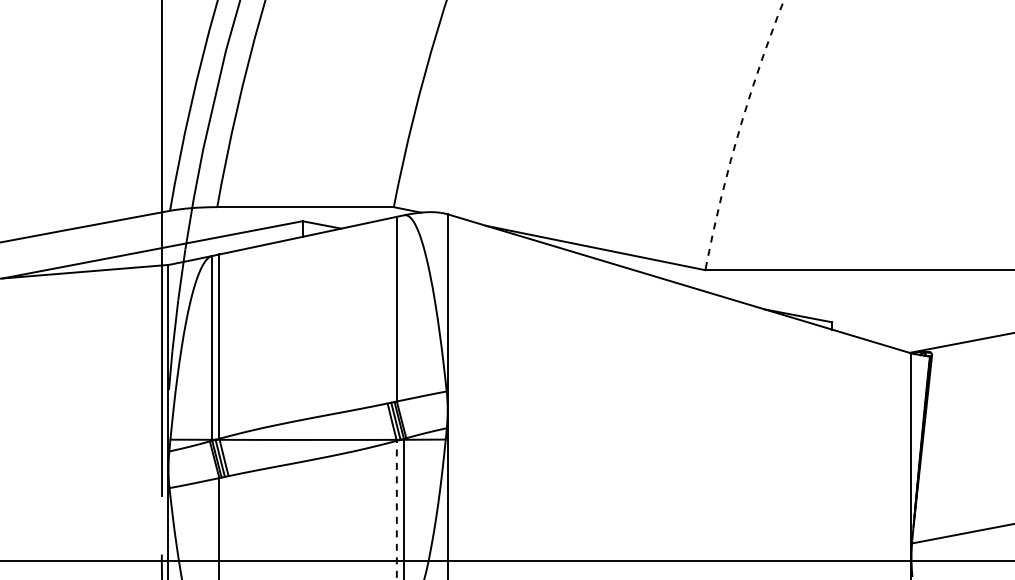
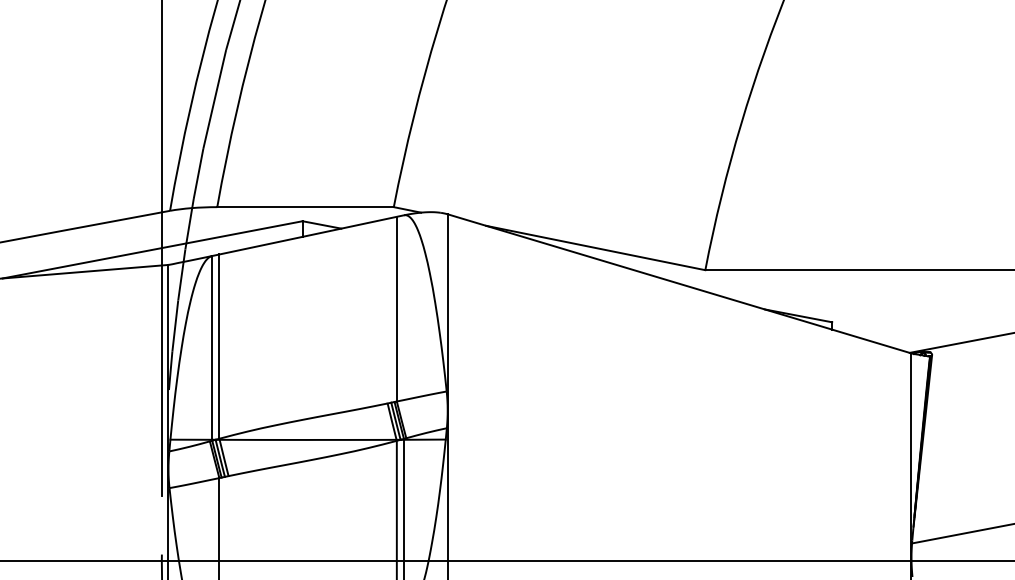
arc at (738, 133): dashed -> solid
line at (396, 509): dashed -> solid
